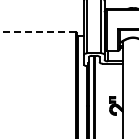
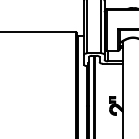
line at (37, 32): dashed -> solid
